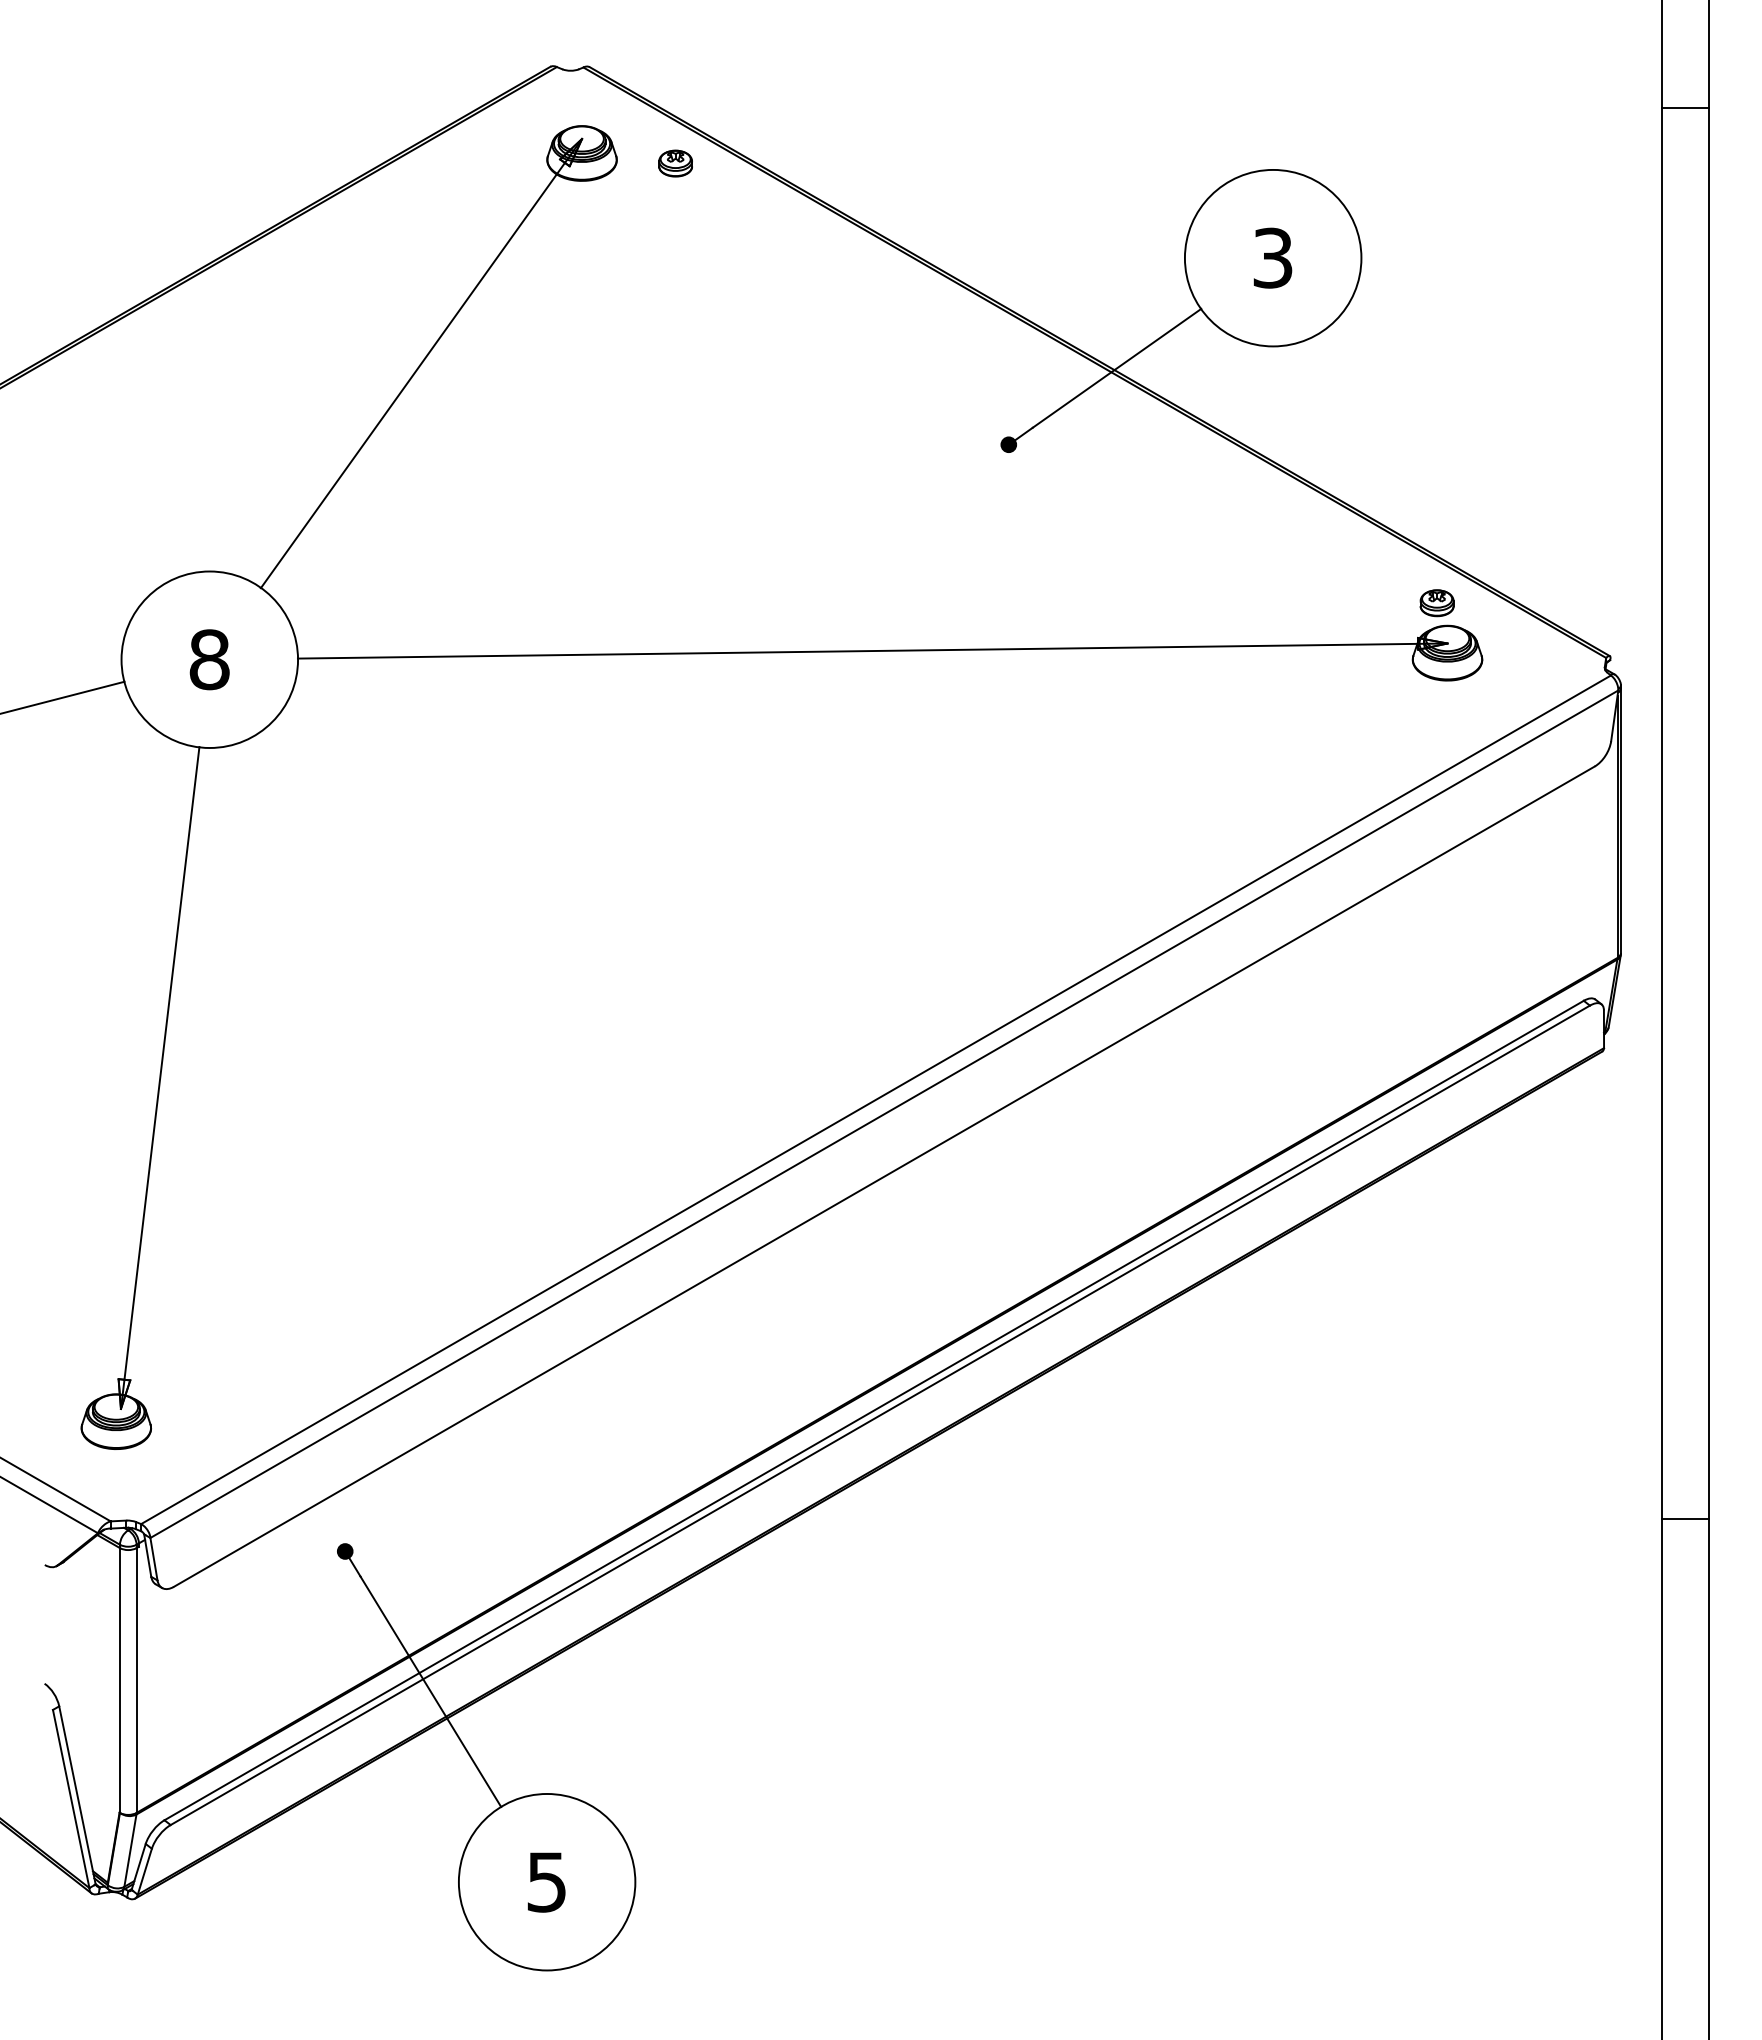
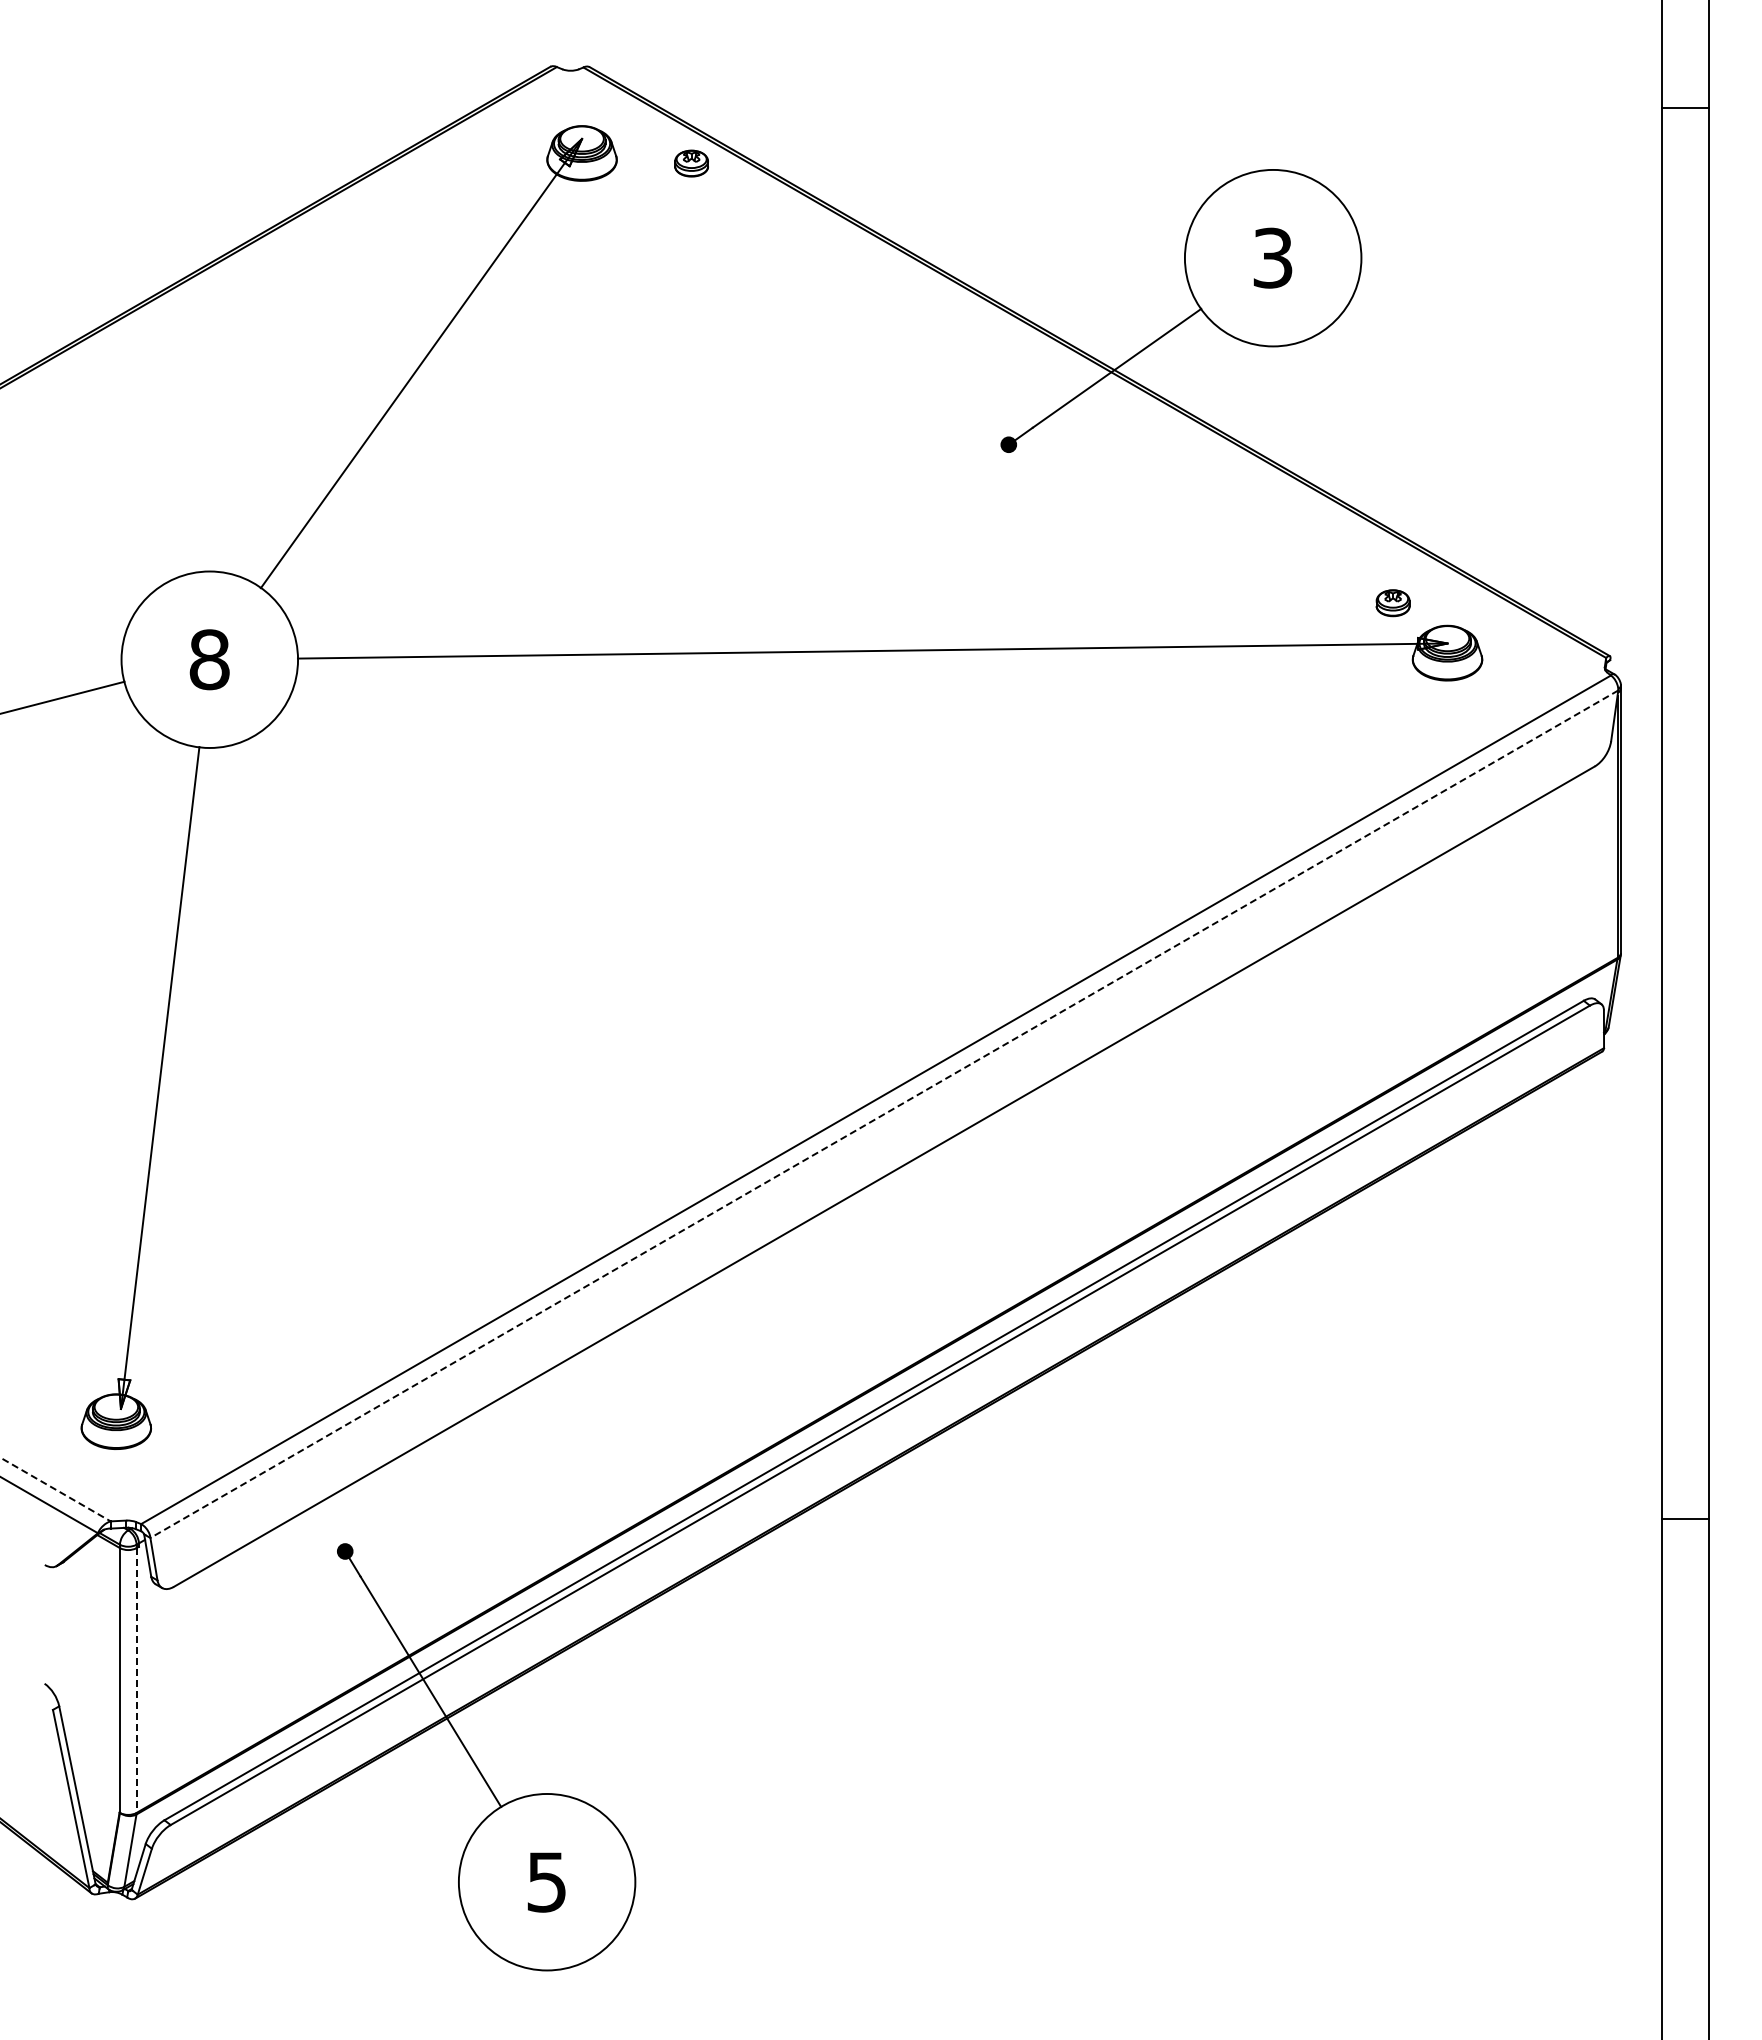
part at (675, 163) position: (675, 163) -> (691, 163)
part at (1436, 603) position: (1436, 603) -> (1392, 603)
line at (883, 1114): solid -> dashed
line at (56, 1489): solid -> dashed
line at (136, 1681): solid -> dashed
